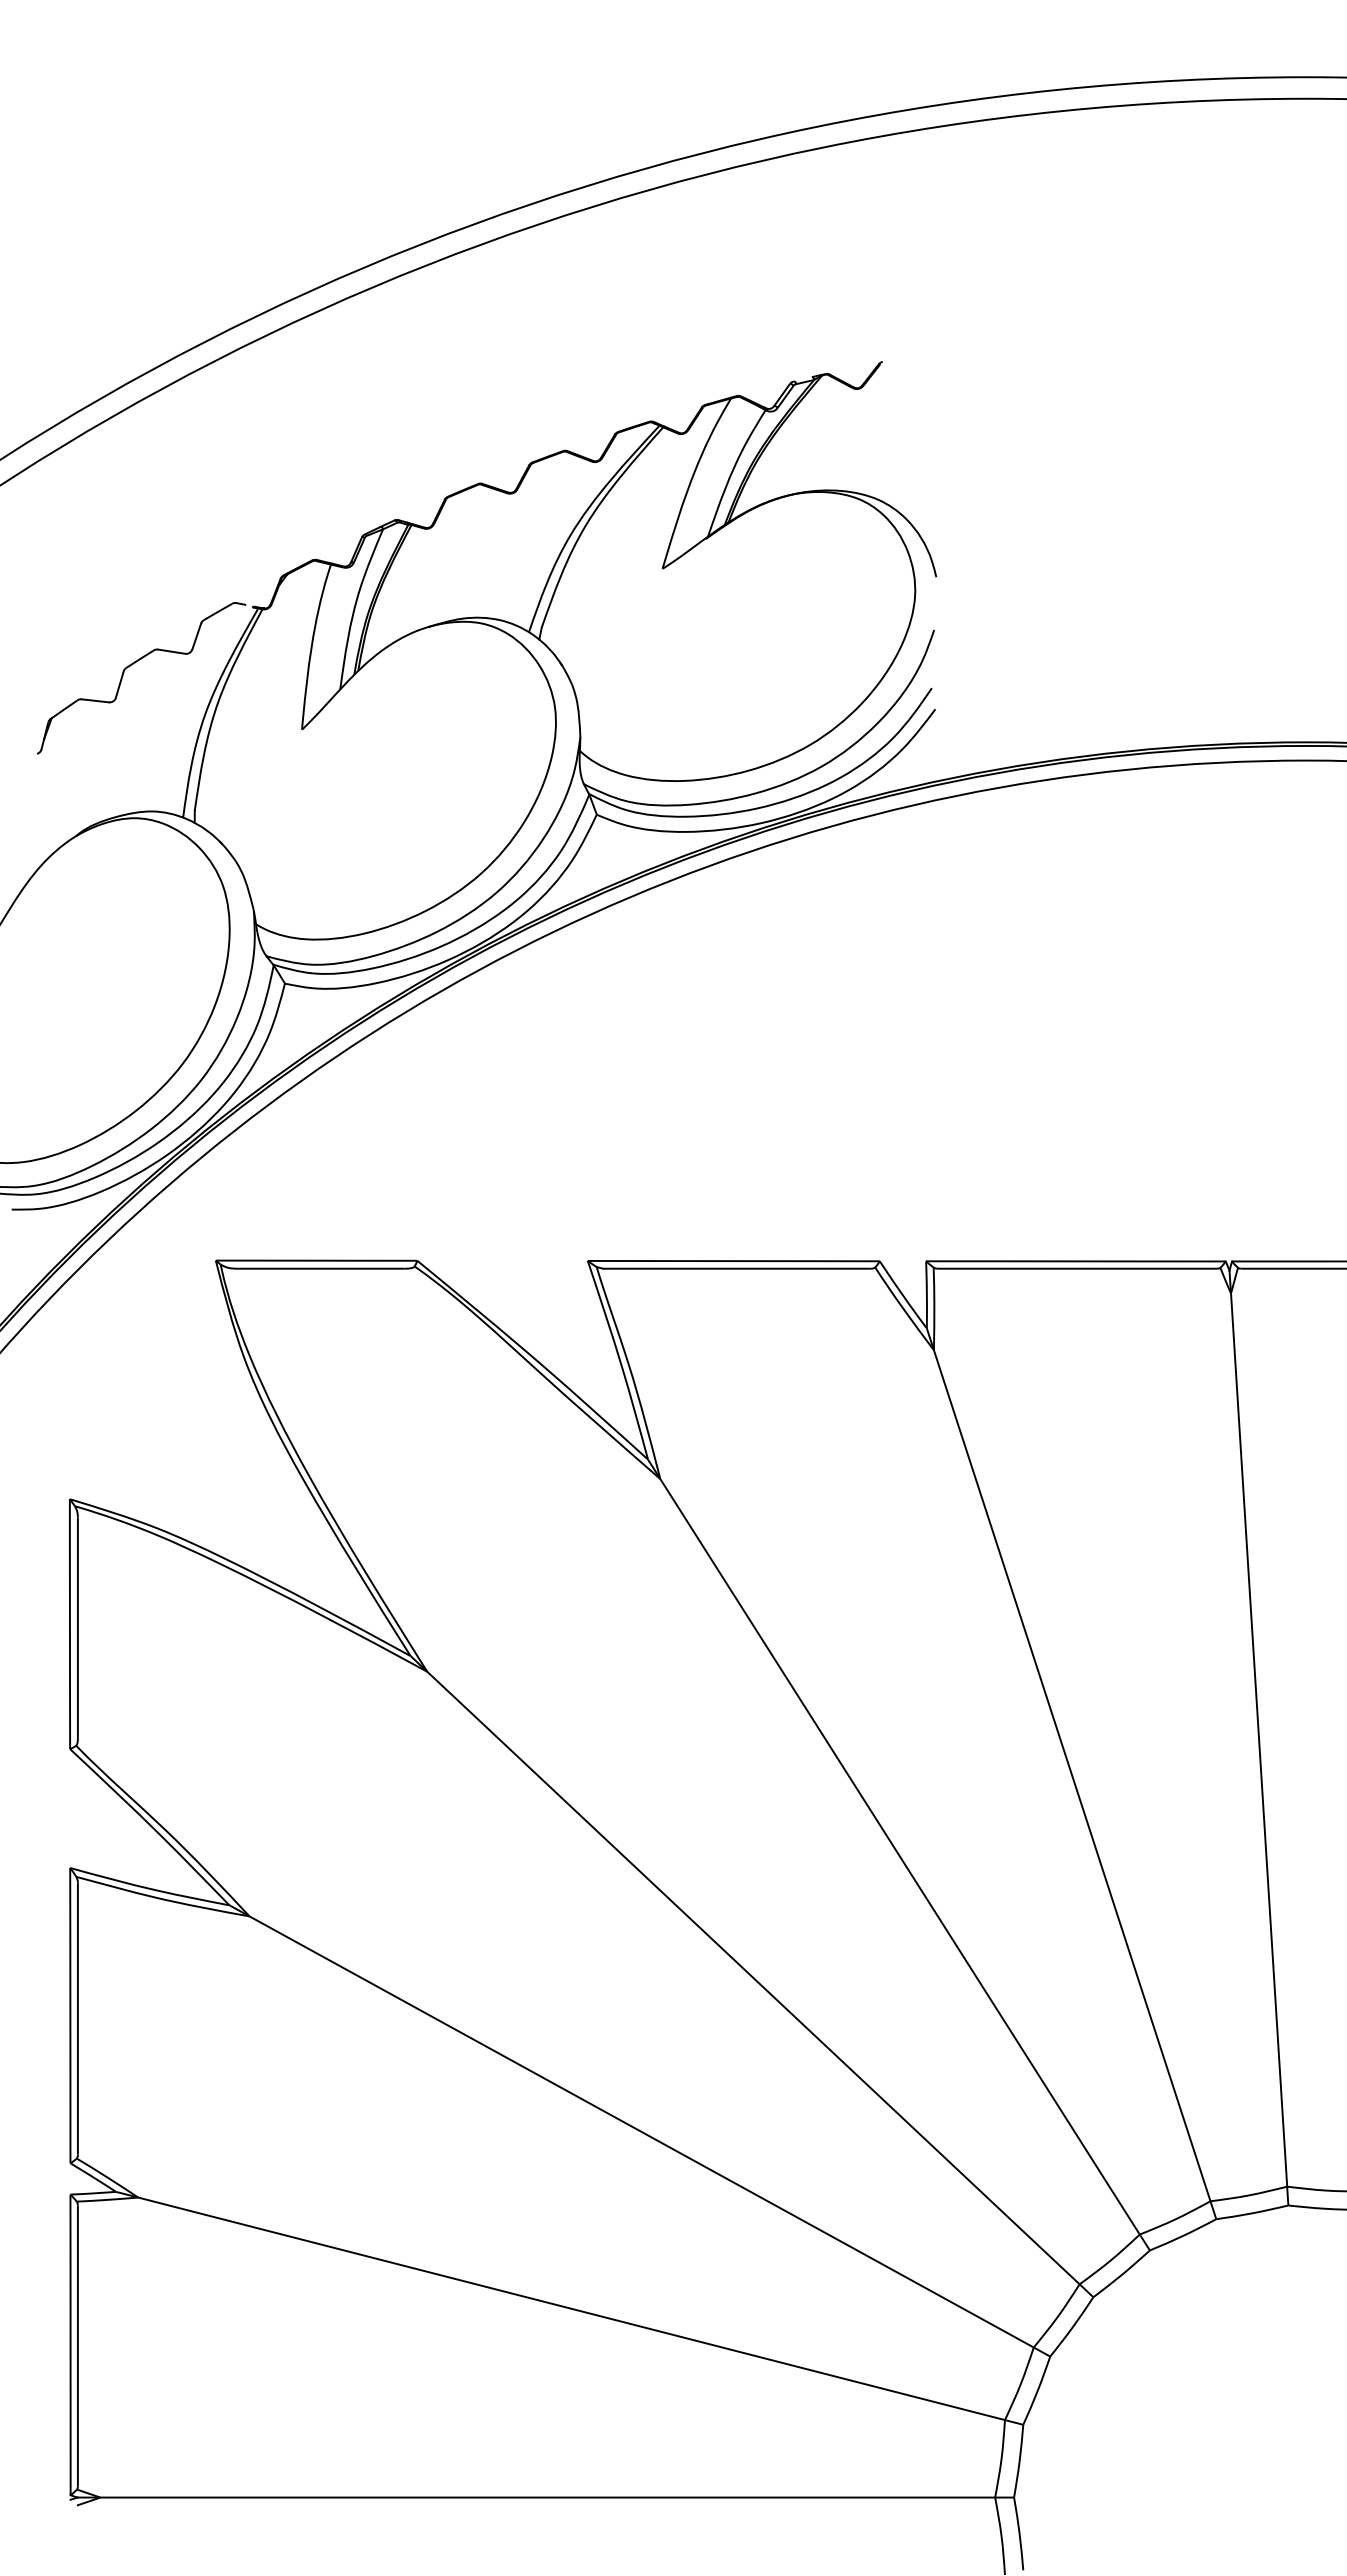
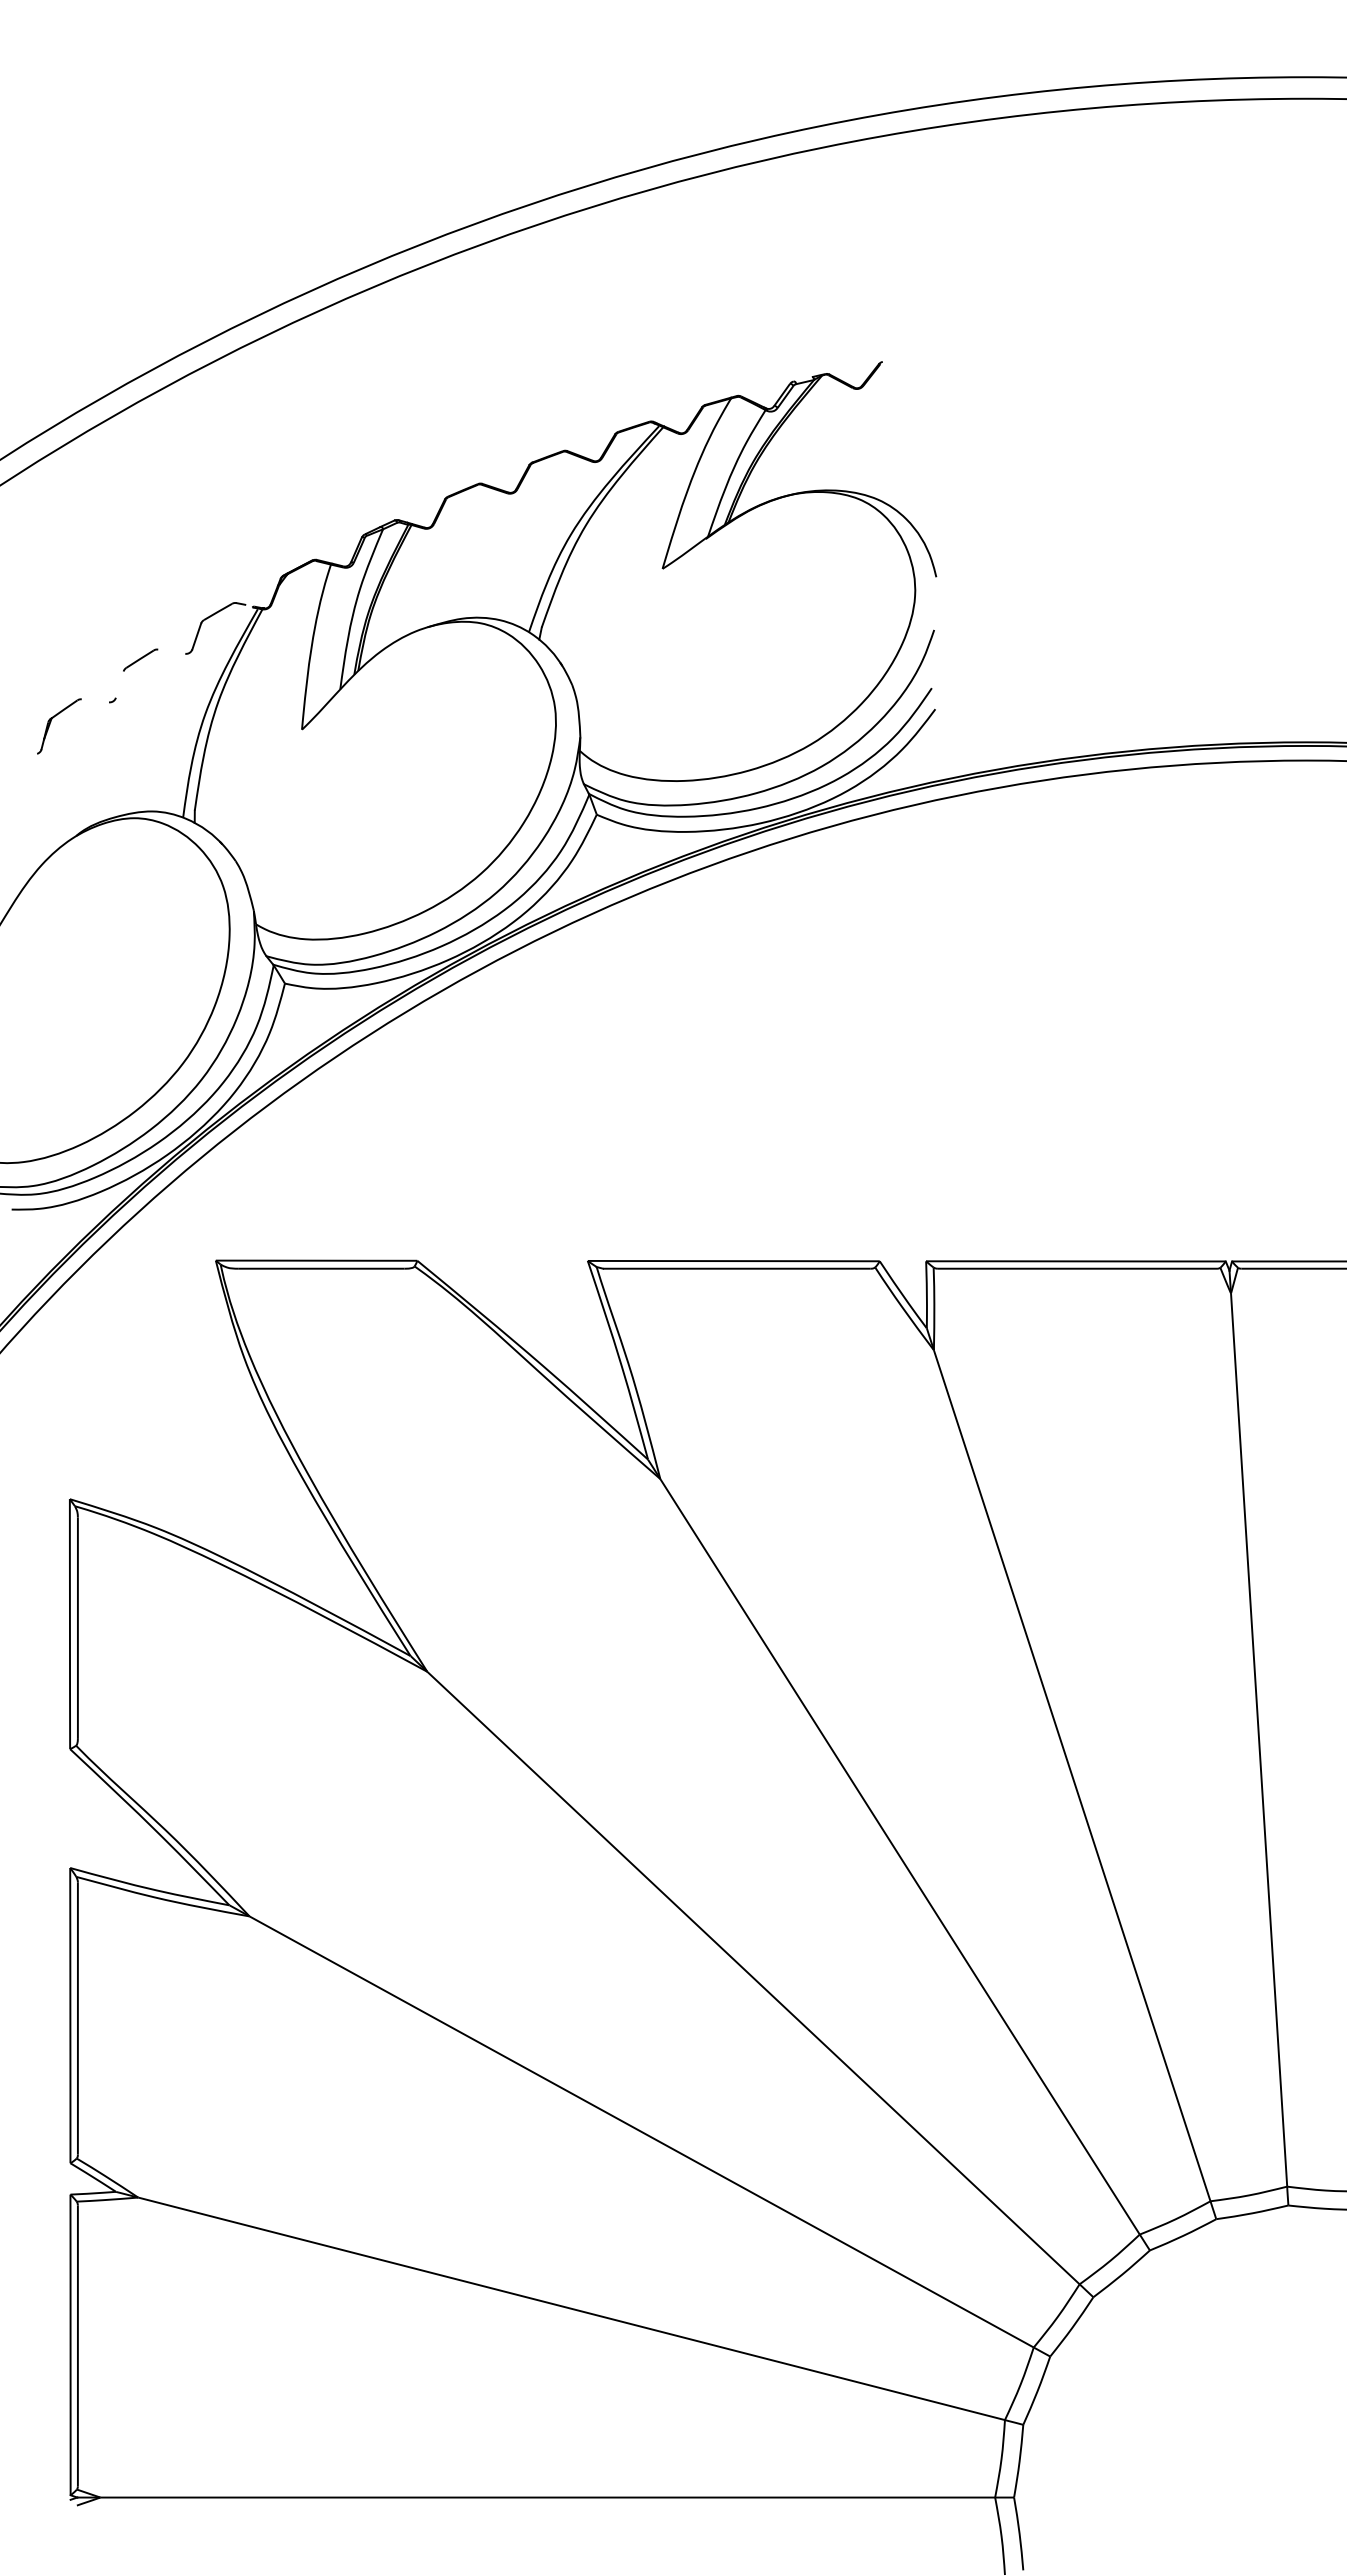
line at (171, 651): present -> none
line at (119, 684): present -> none
line at (94, 700): present -> none
